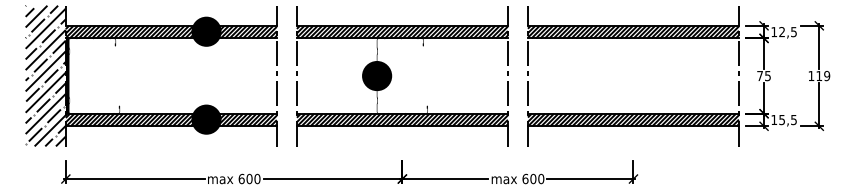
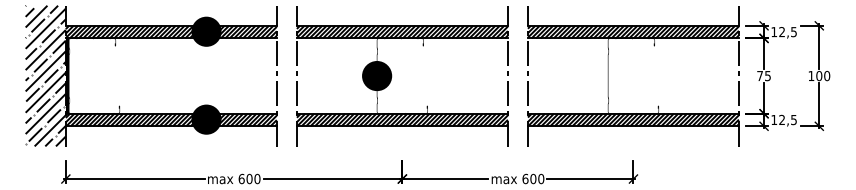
fill at (633, 75): none -> present
text at (822, 75): 119 -> 100
text at (781, 119): 15,5 -> 12,5
